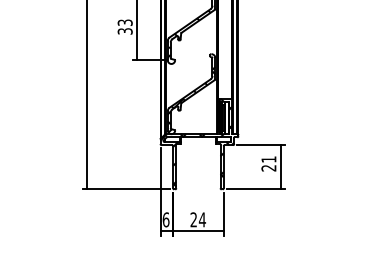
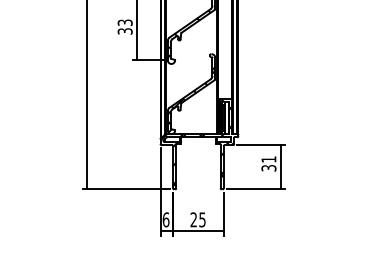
text at (269, 168): 21 -> 31
text at (202, 219): 24 -> 25
